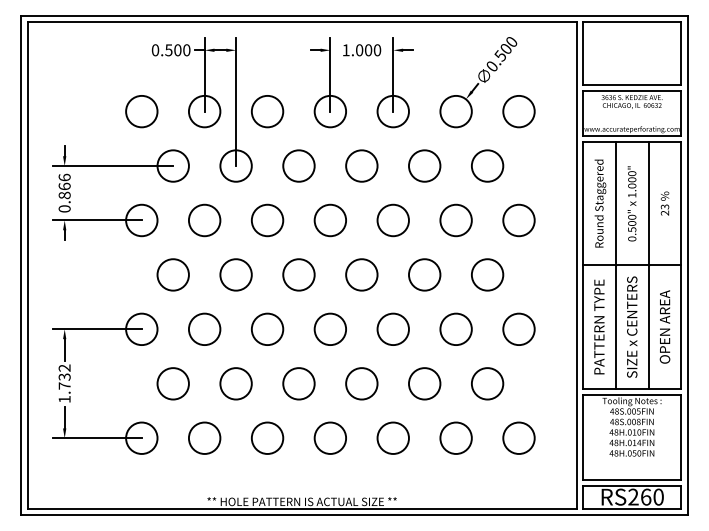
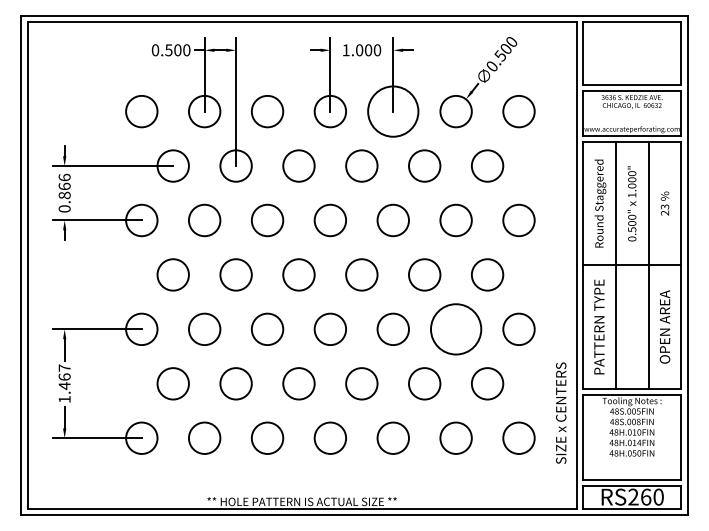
circle at (392, 111) diameter: 31 px -> 50 px
text at (632, 326) position: (632, 326) -> (561, 412)
circle at (455, 329) diameter: 31 px -> 50 px
text at (64, 377): 1.732 -> 1.467
